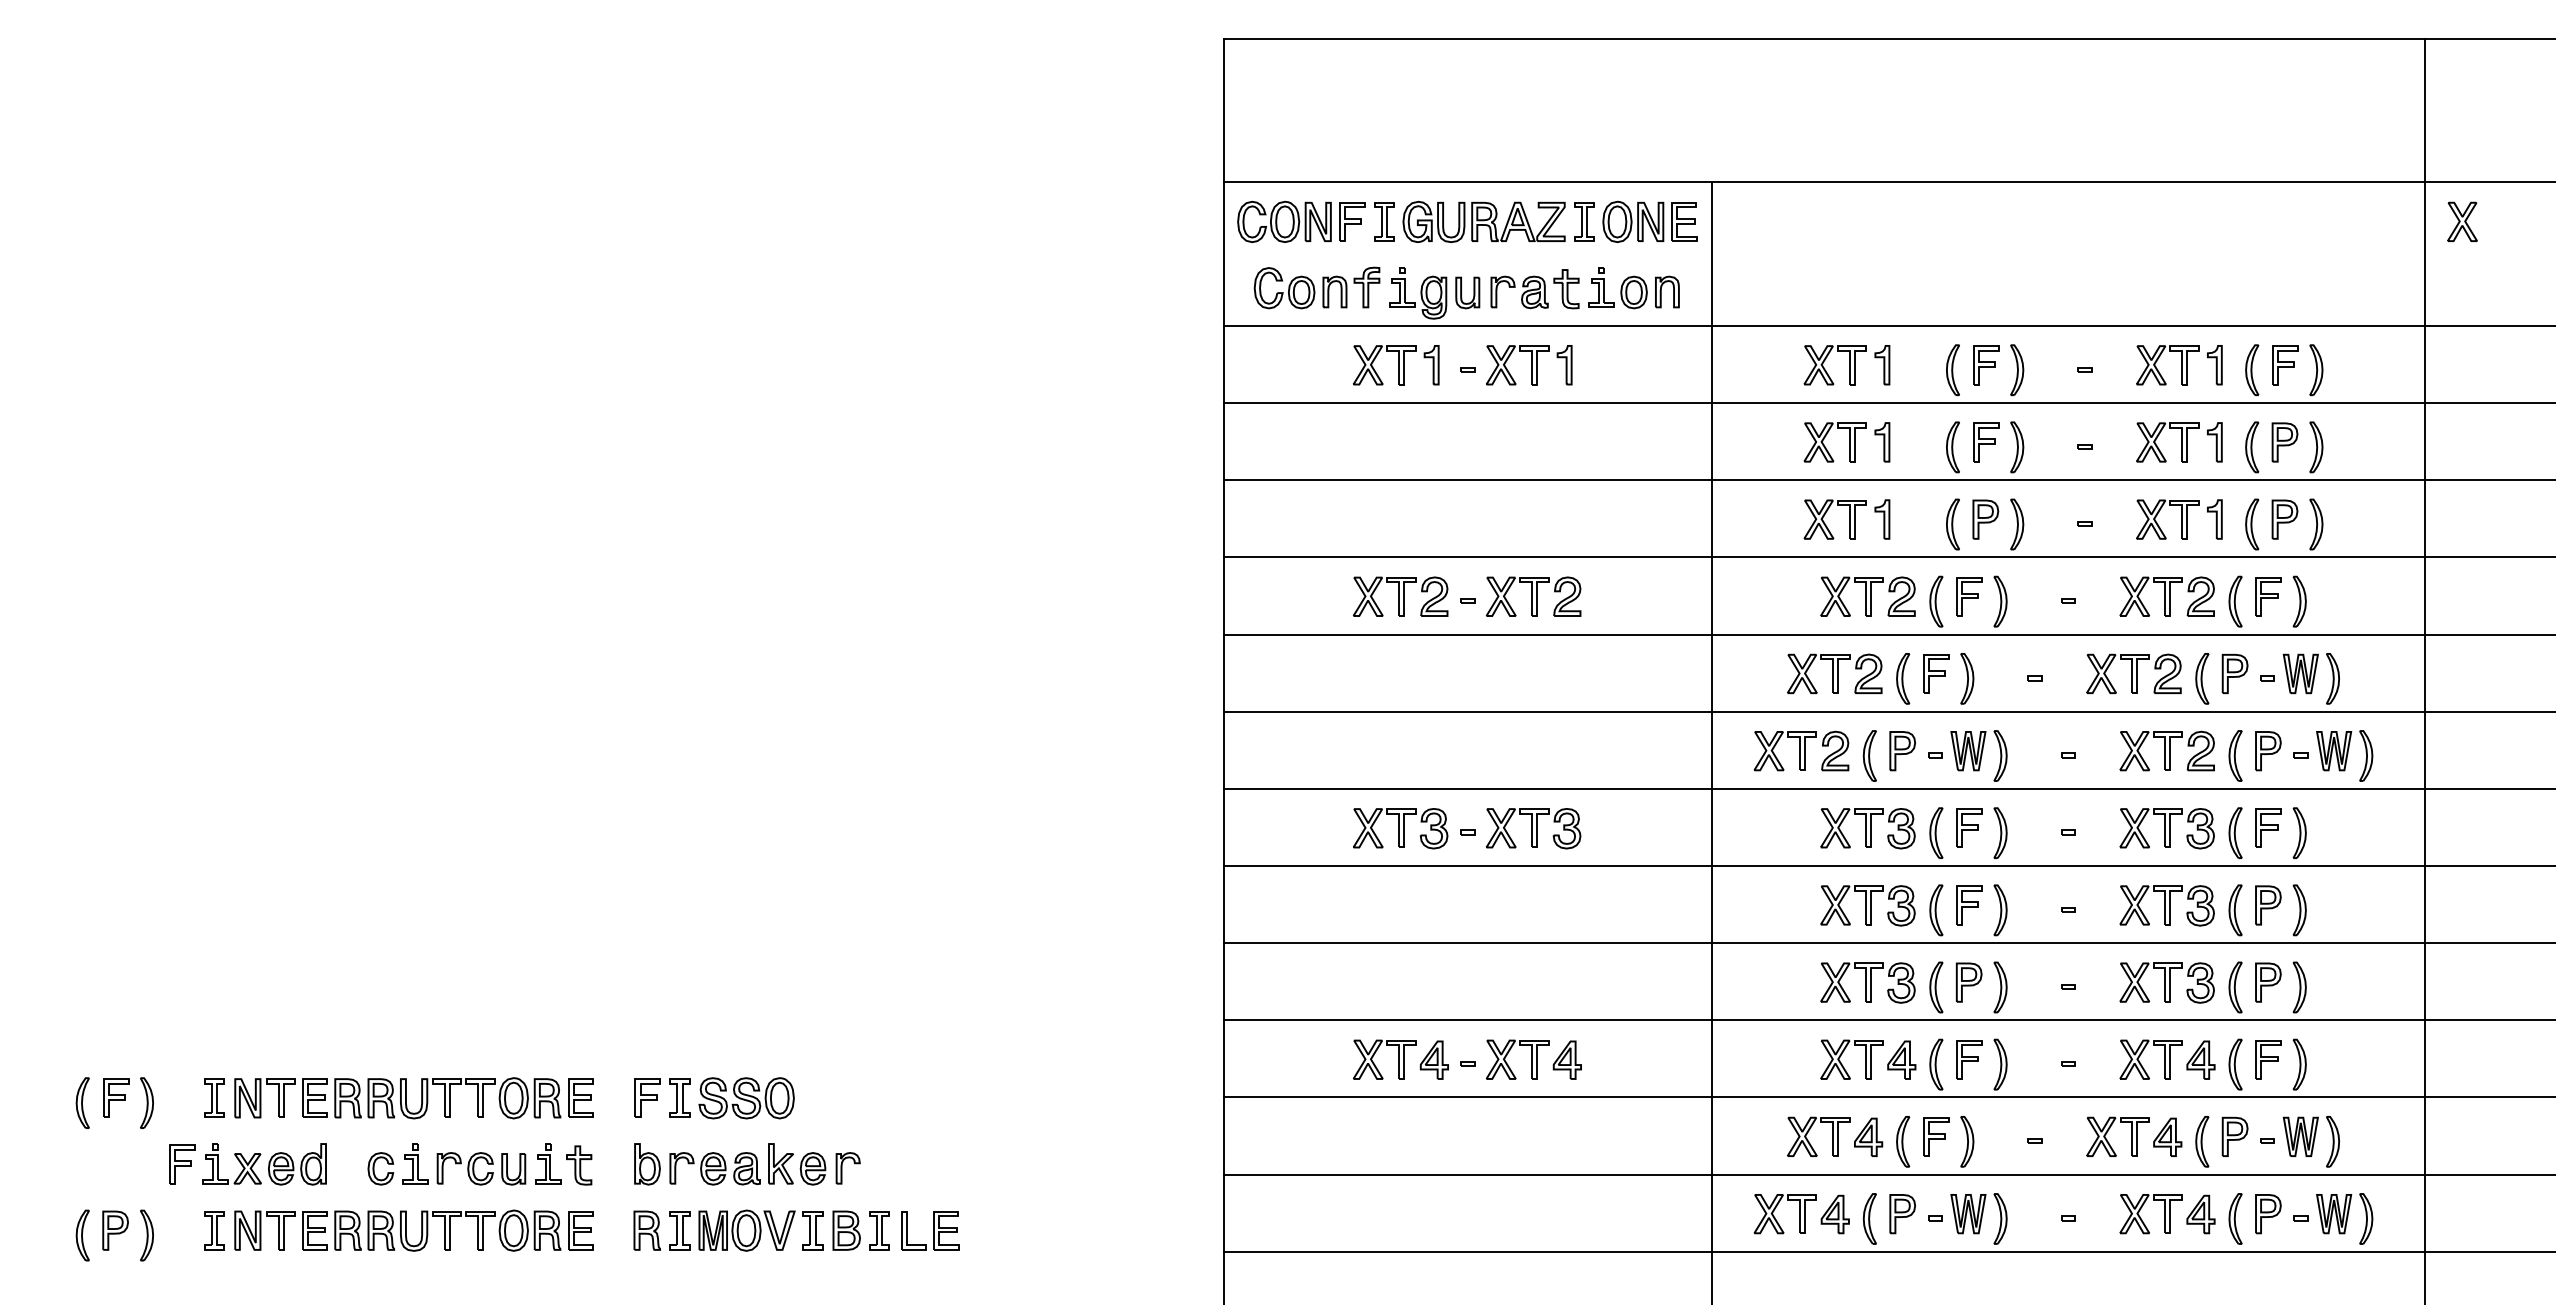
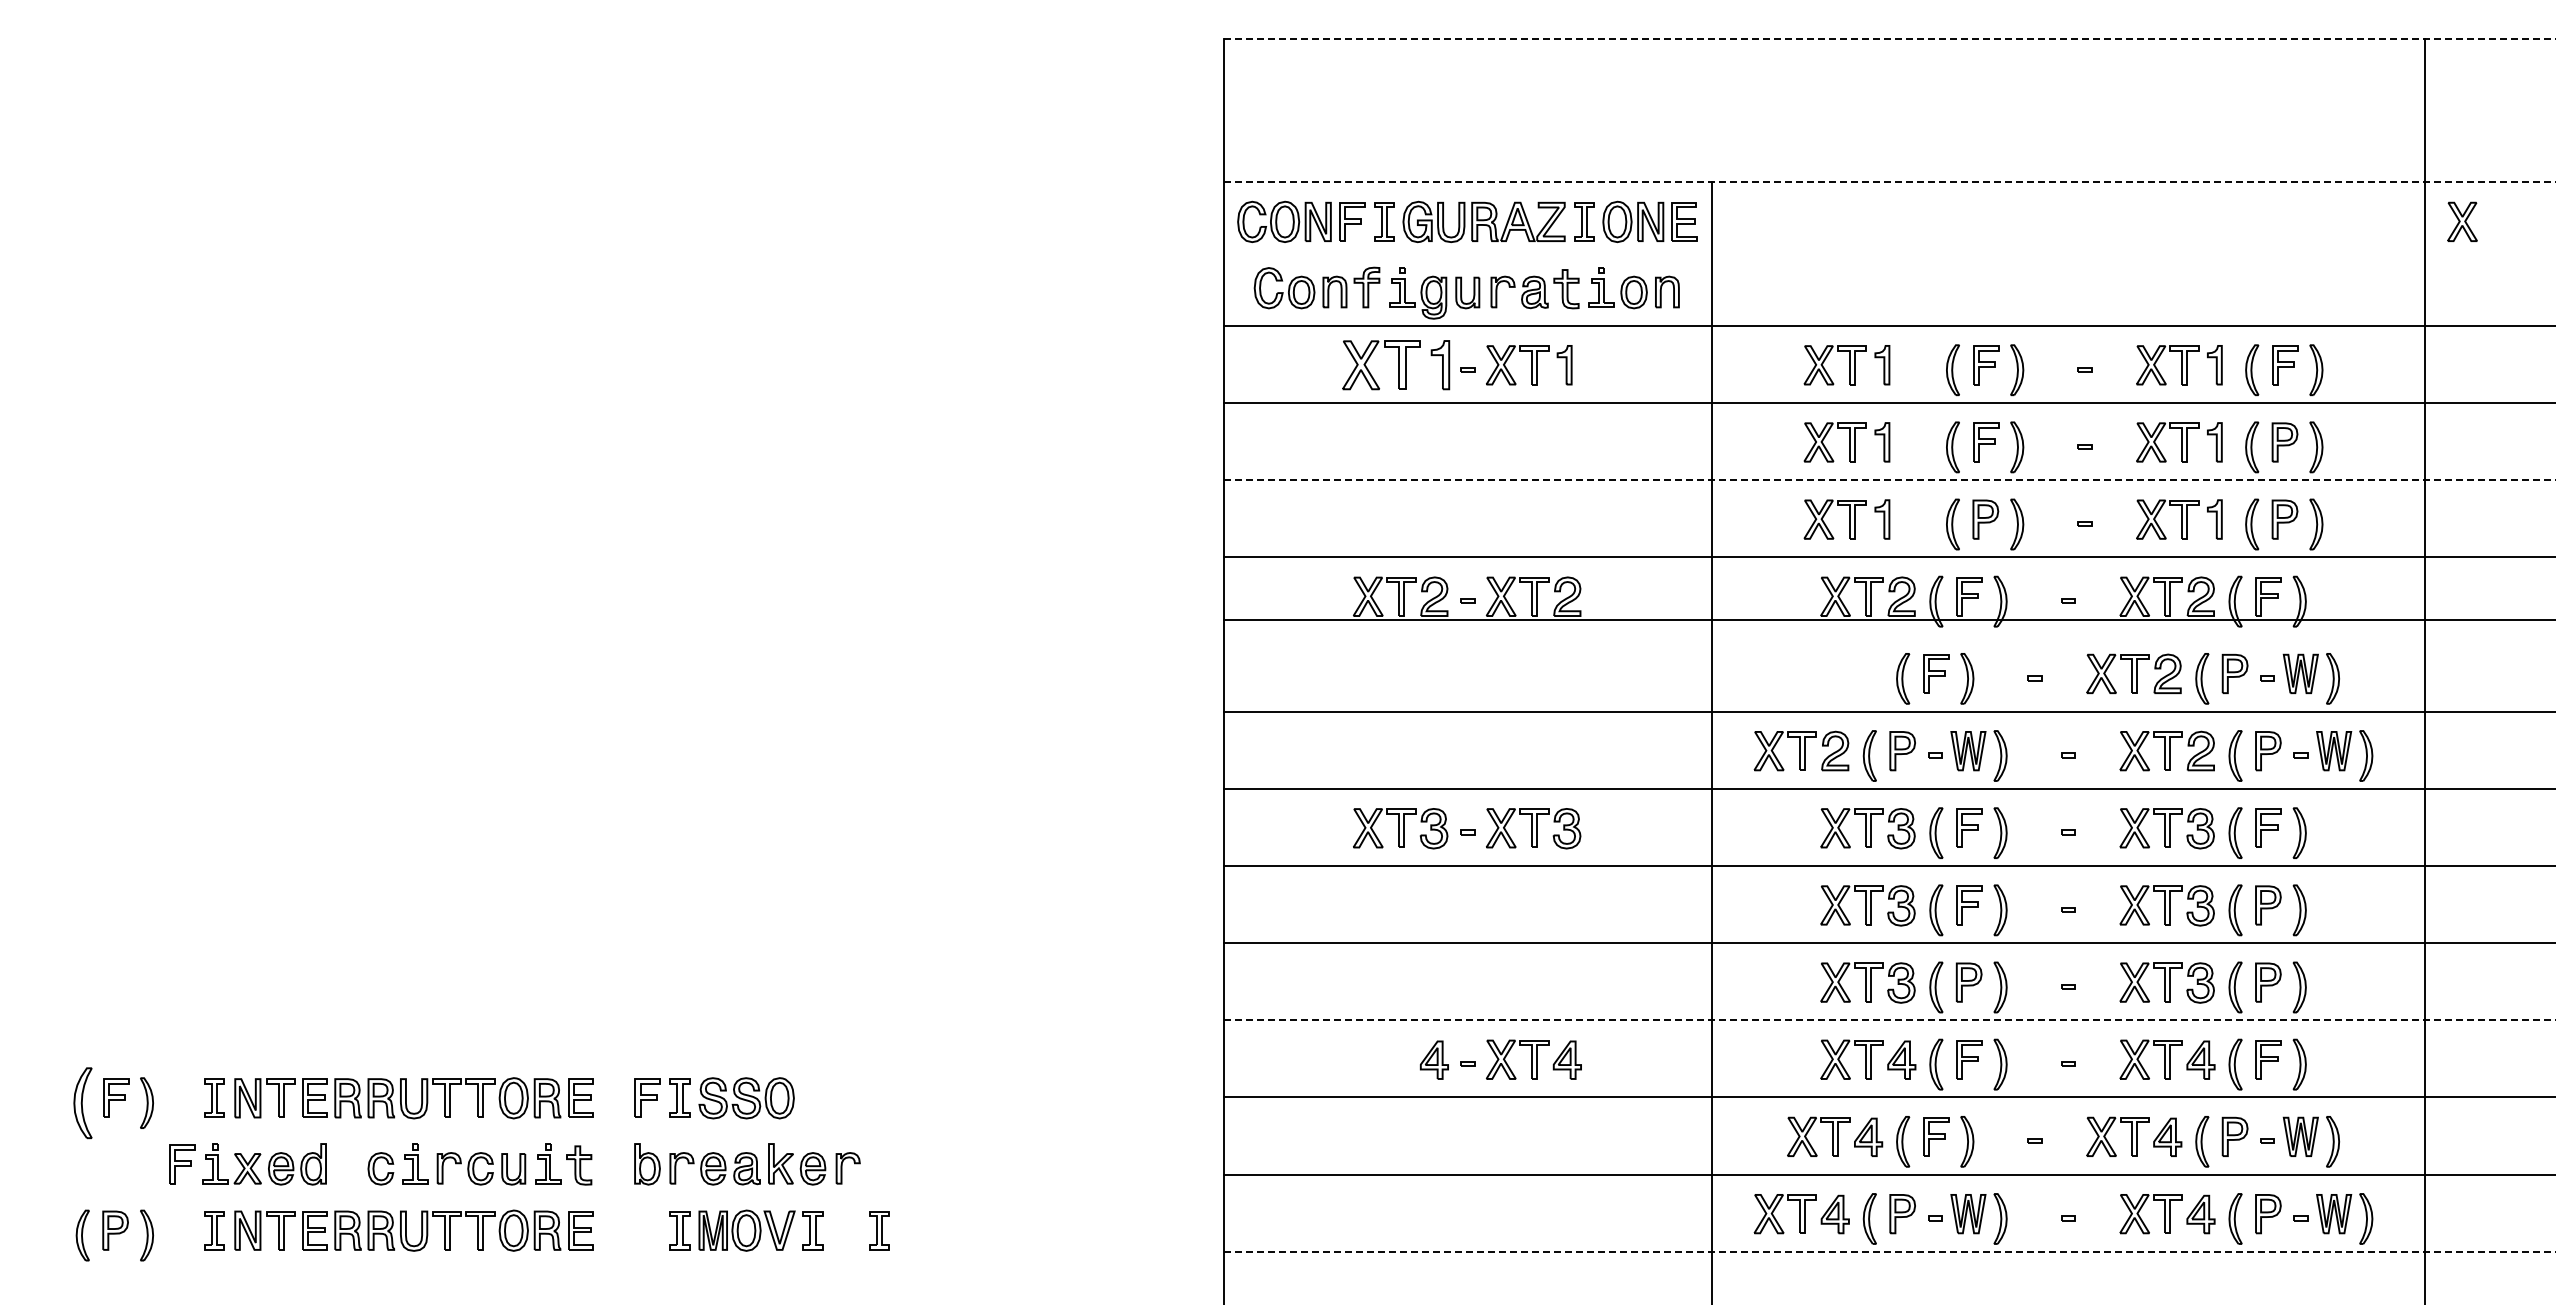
line at (1890, 39): solid -> dashed
line at (1890, 182): solid -> dashed
part at (1396, 365) size: 87x41 px -> 109x51 px
line at (1890, 480): solid -> dashed
line at (1888, 634) position: (1888, 634) -> (1888, 619)
part at (1834, 673): present -> none
line at (1890, 1020): solid -> dashed
part at (1375, 1064): present -> none
part at (82, 1102) size: 15x52 px -> 20x73 px
part at (646, 1230): present -> none
part at (846, 1230): present -> none
part at (930, 1230): present -> none
line at (1890, 1251): solid -> dashed
